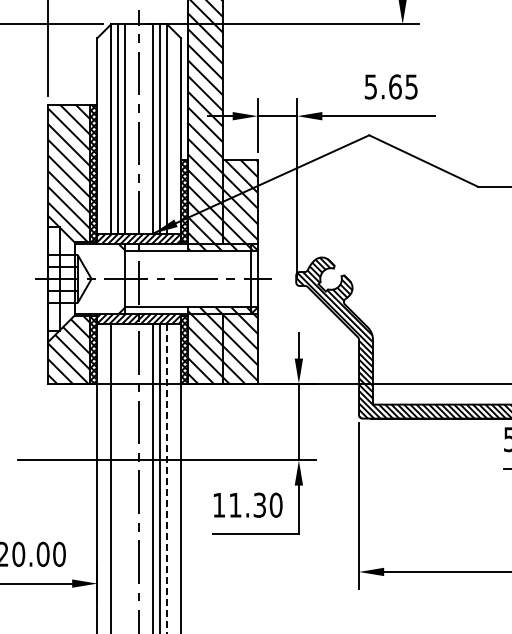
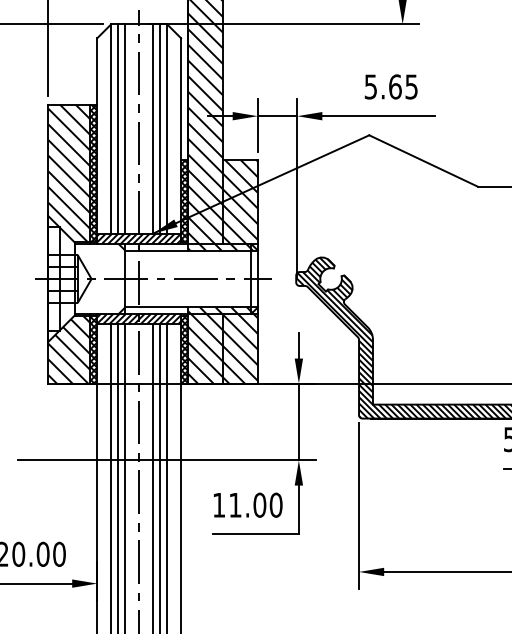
line at (118, 477): none -> present
line at (125, 477): none -> present
line at (167, 478): dashed -> solid
text at (259, 504): 11.30 -> 11.00
